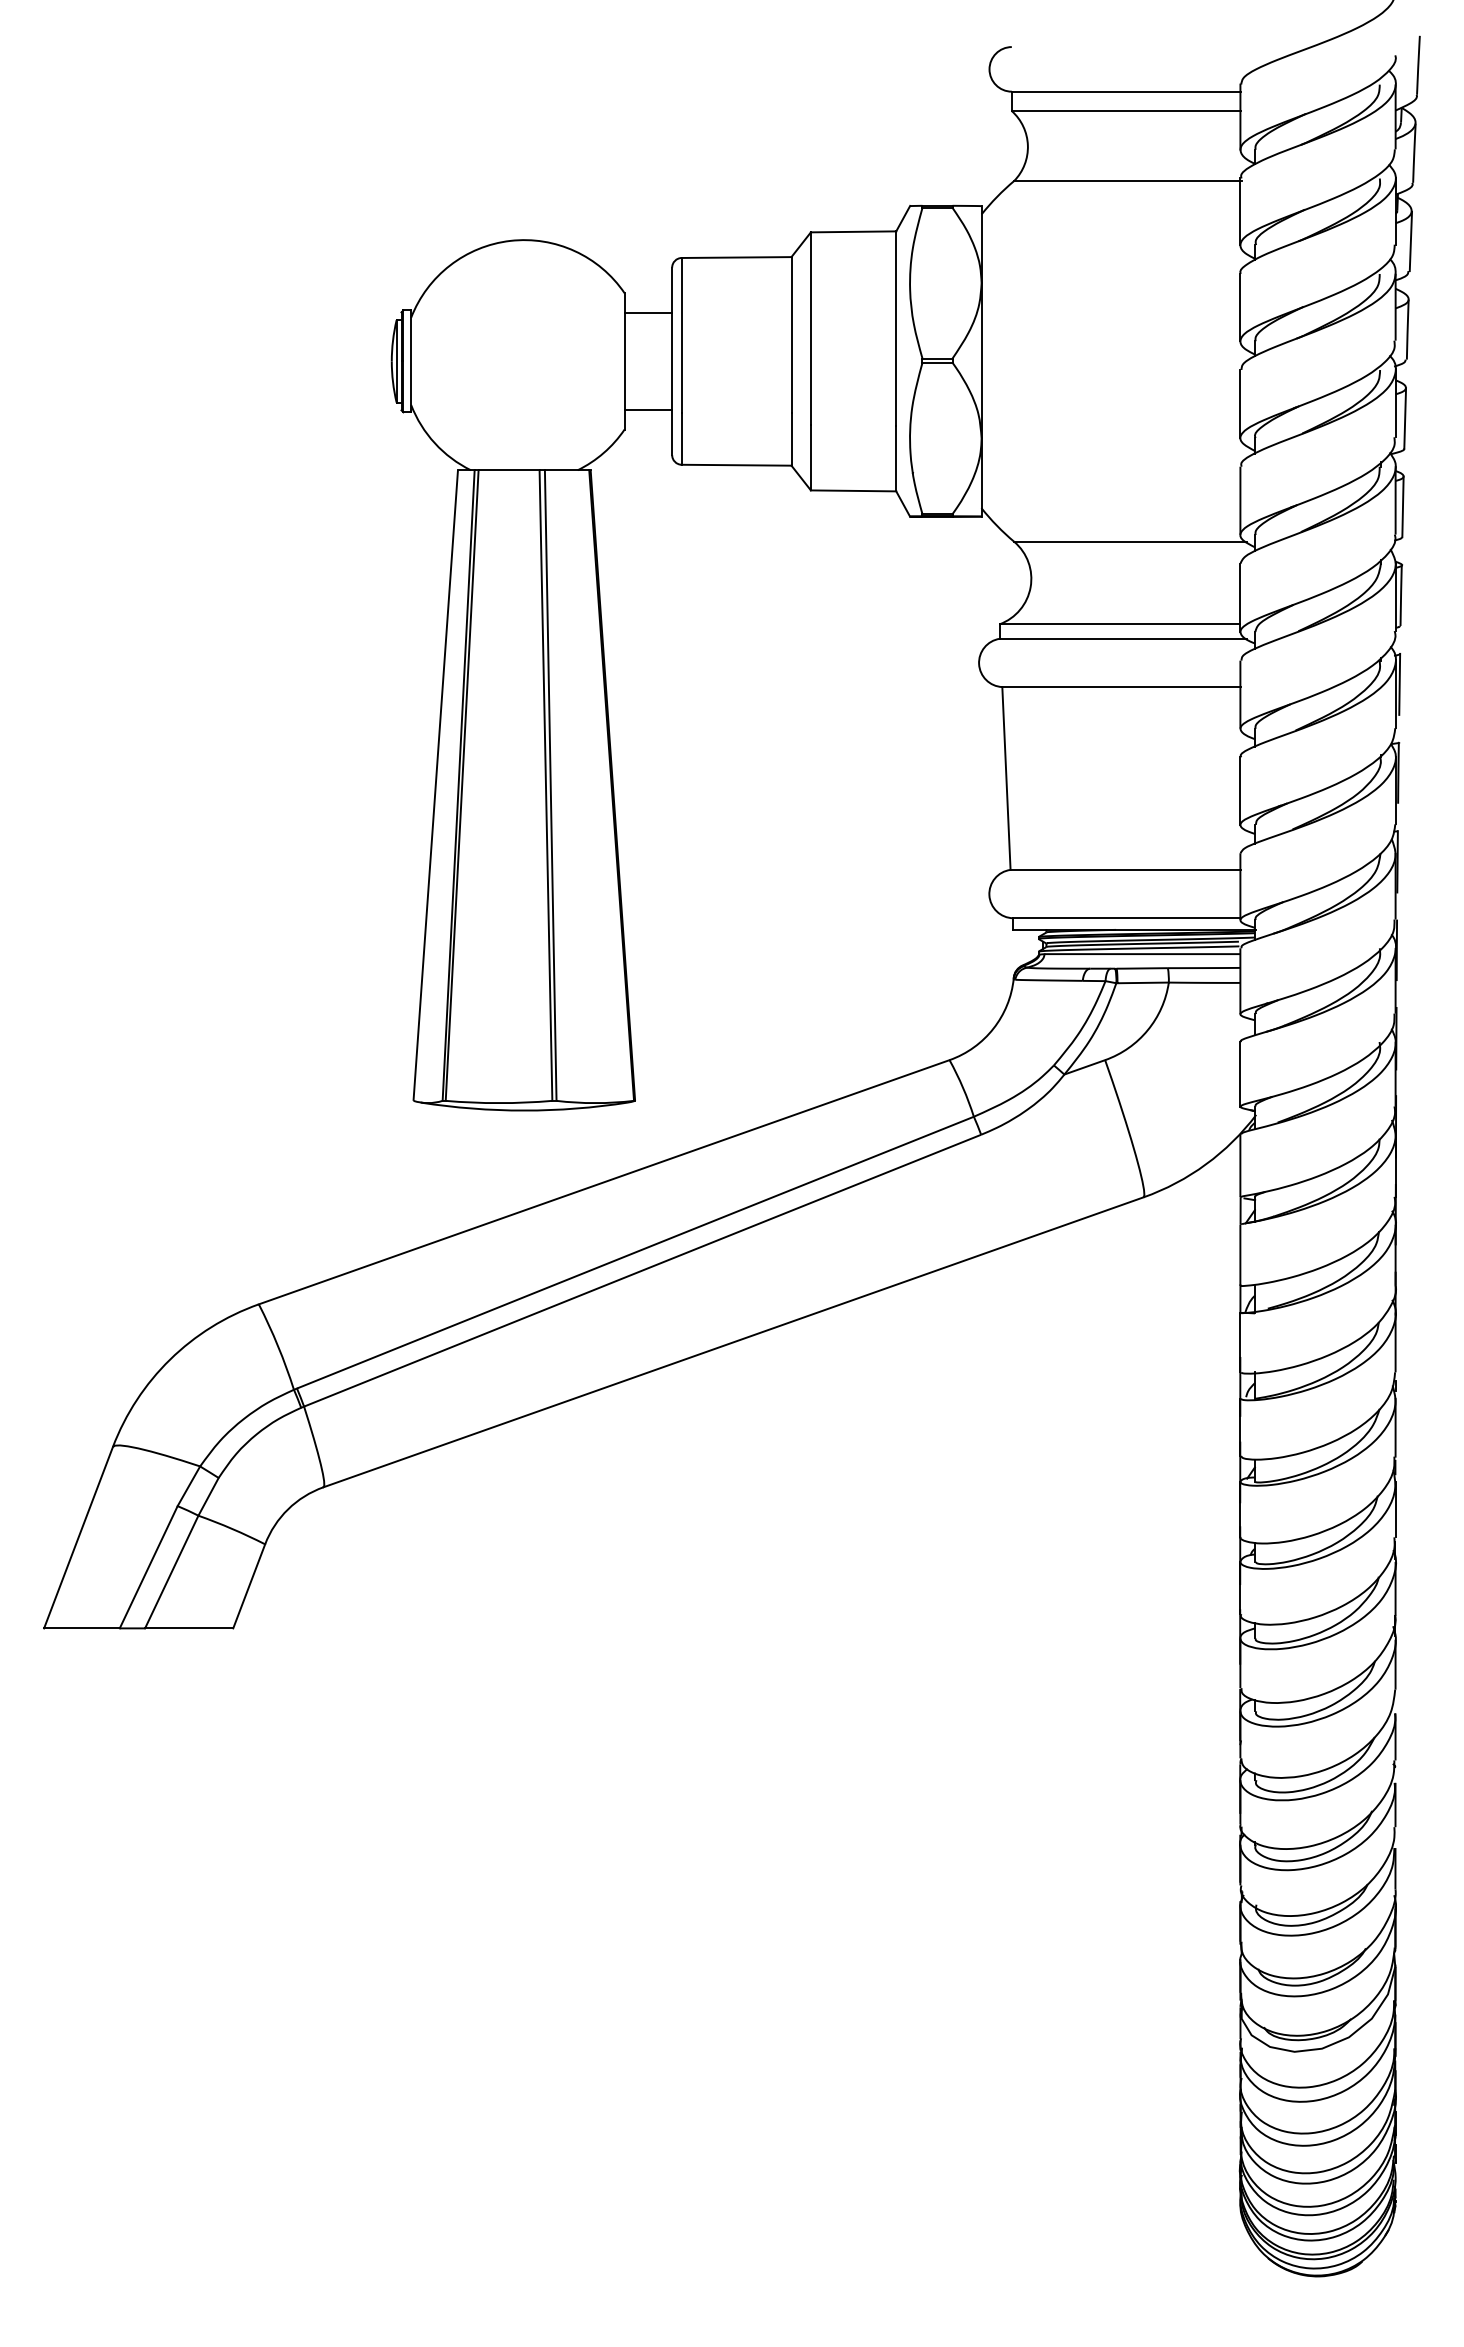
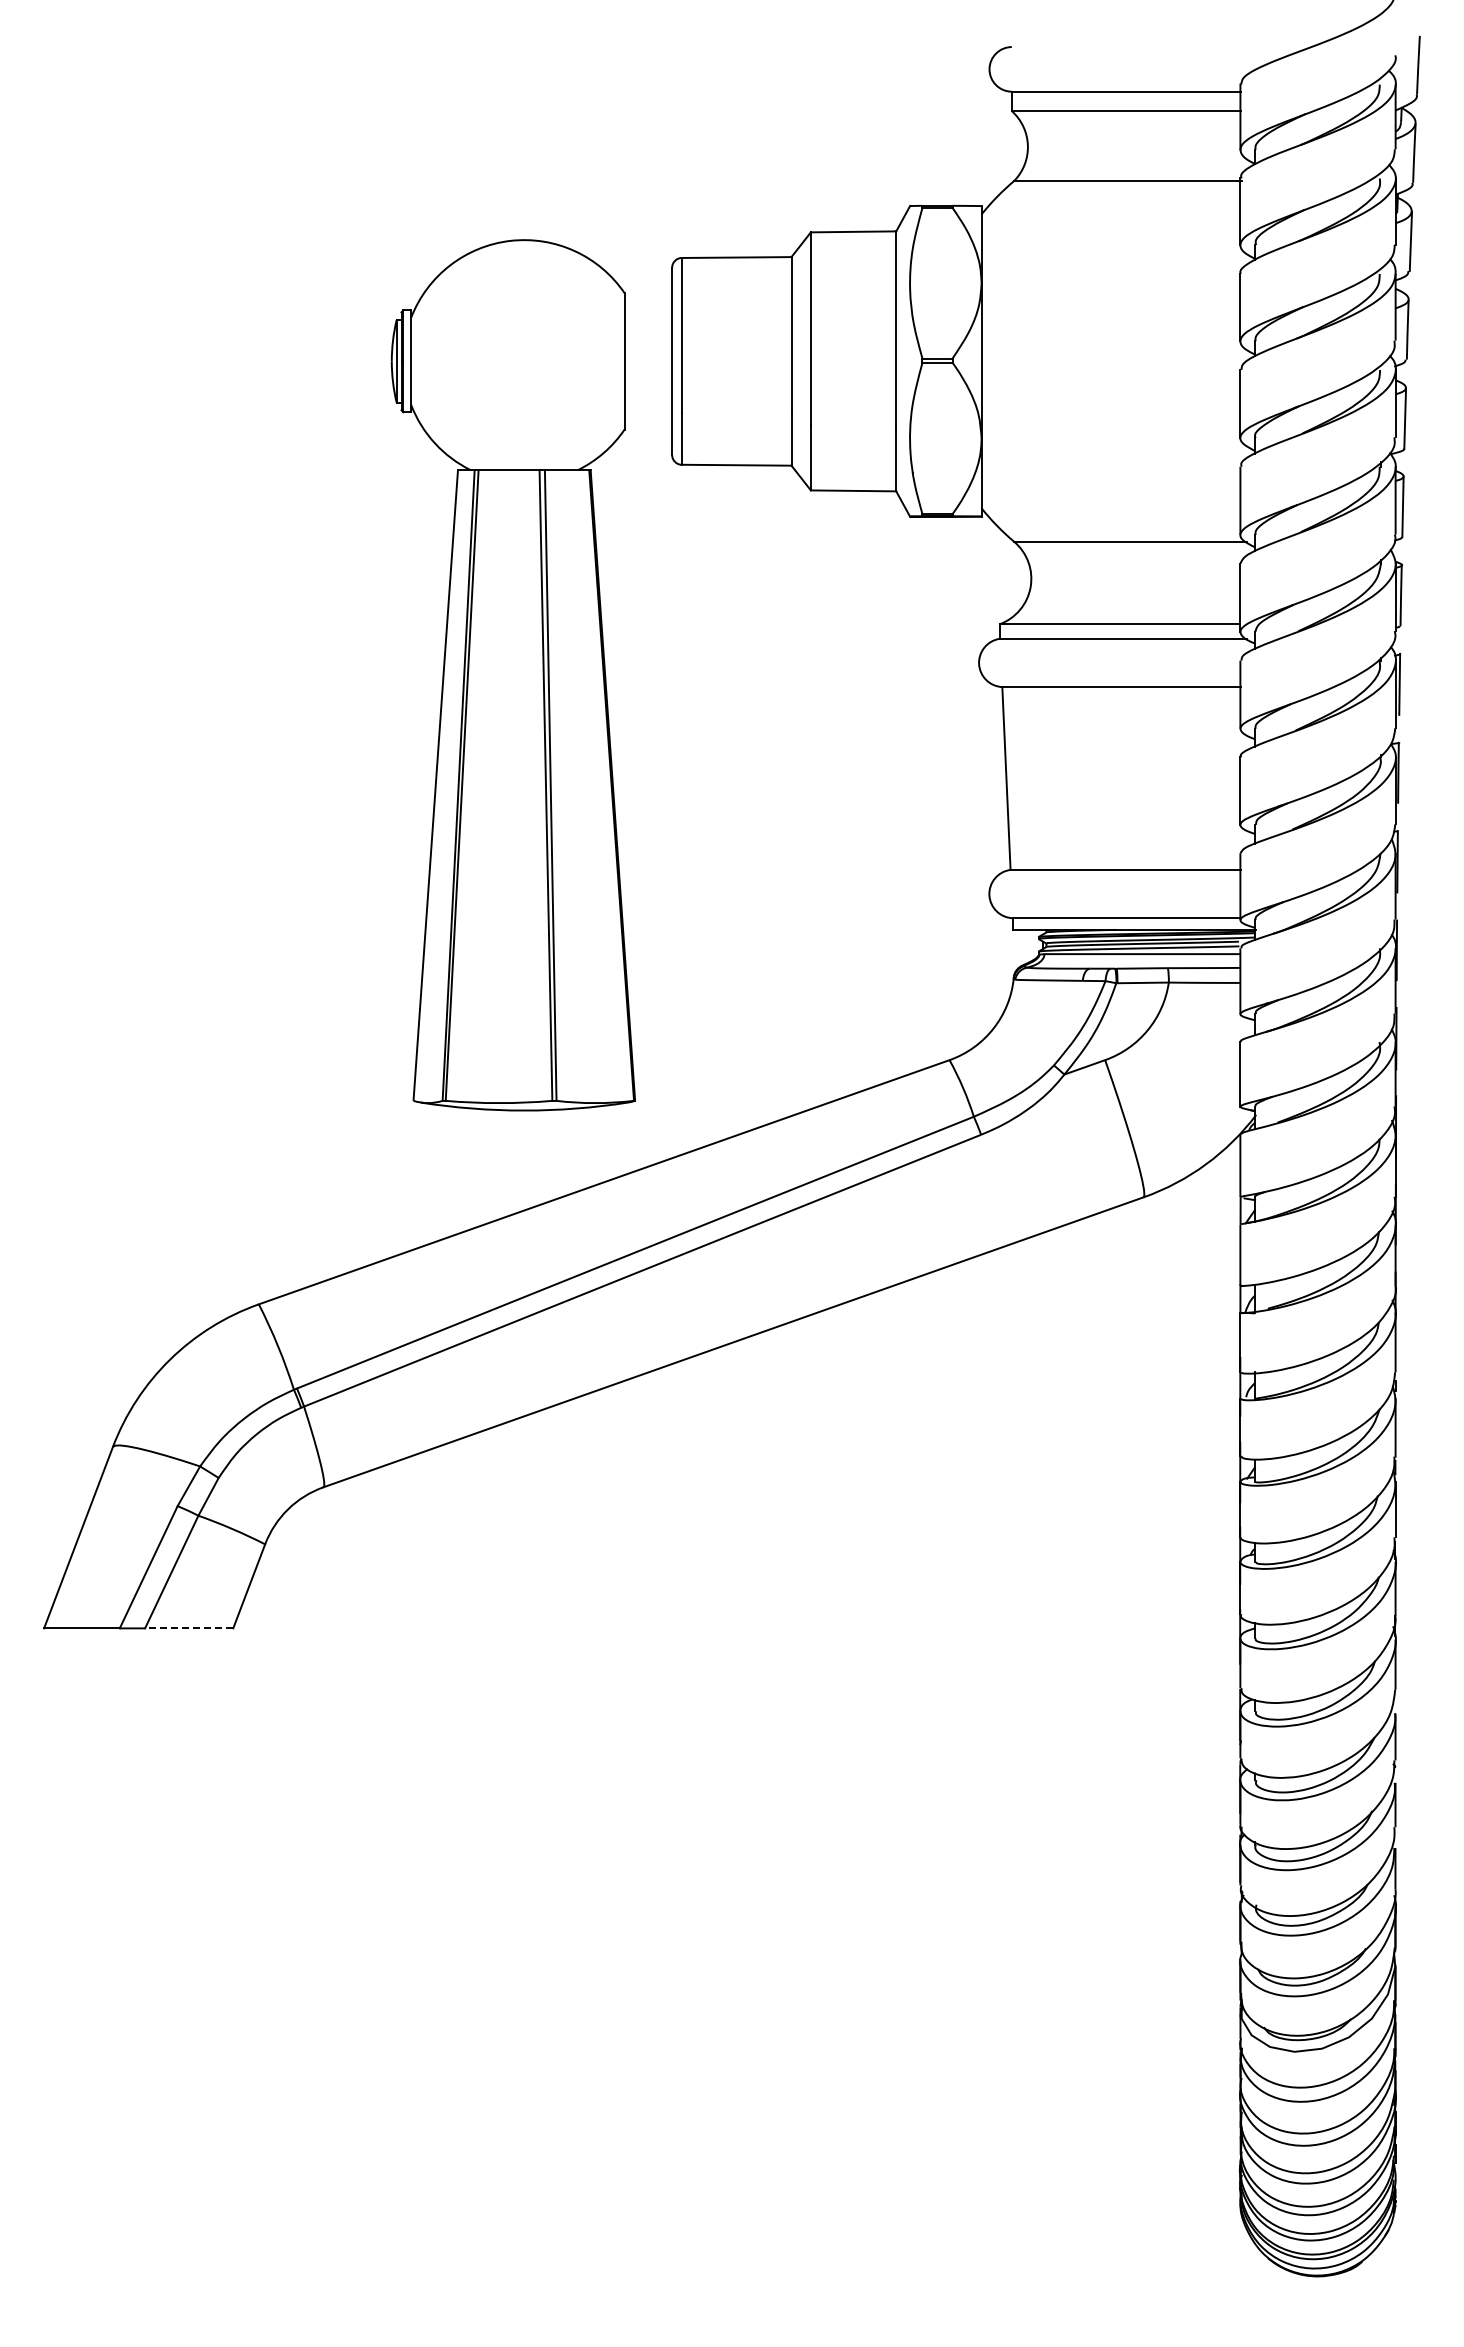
line at (648, 312): present -> none
line at (648, 409): present -> none
line at (188, 1628): solid -> dashed
